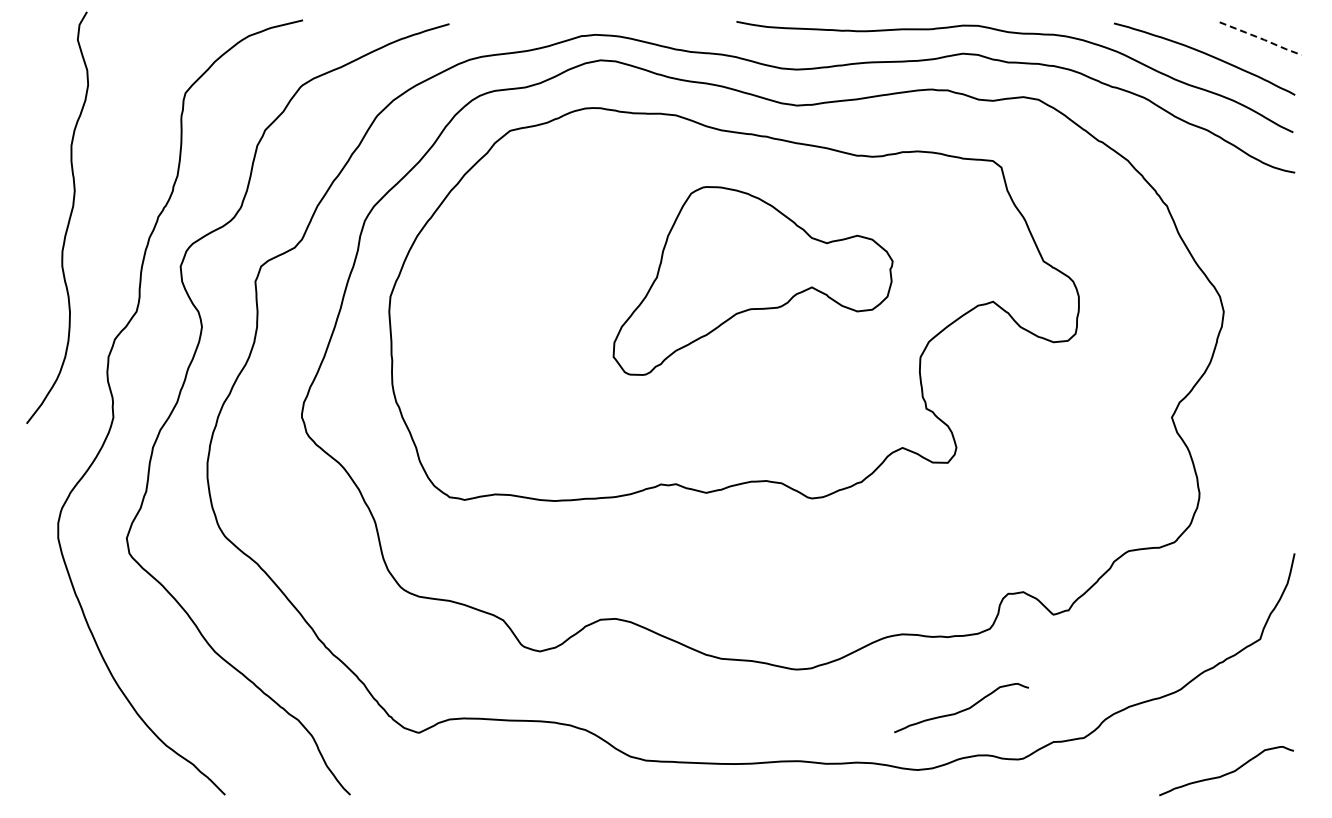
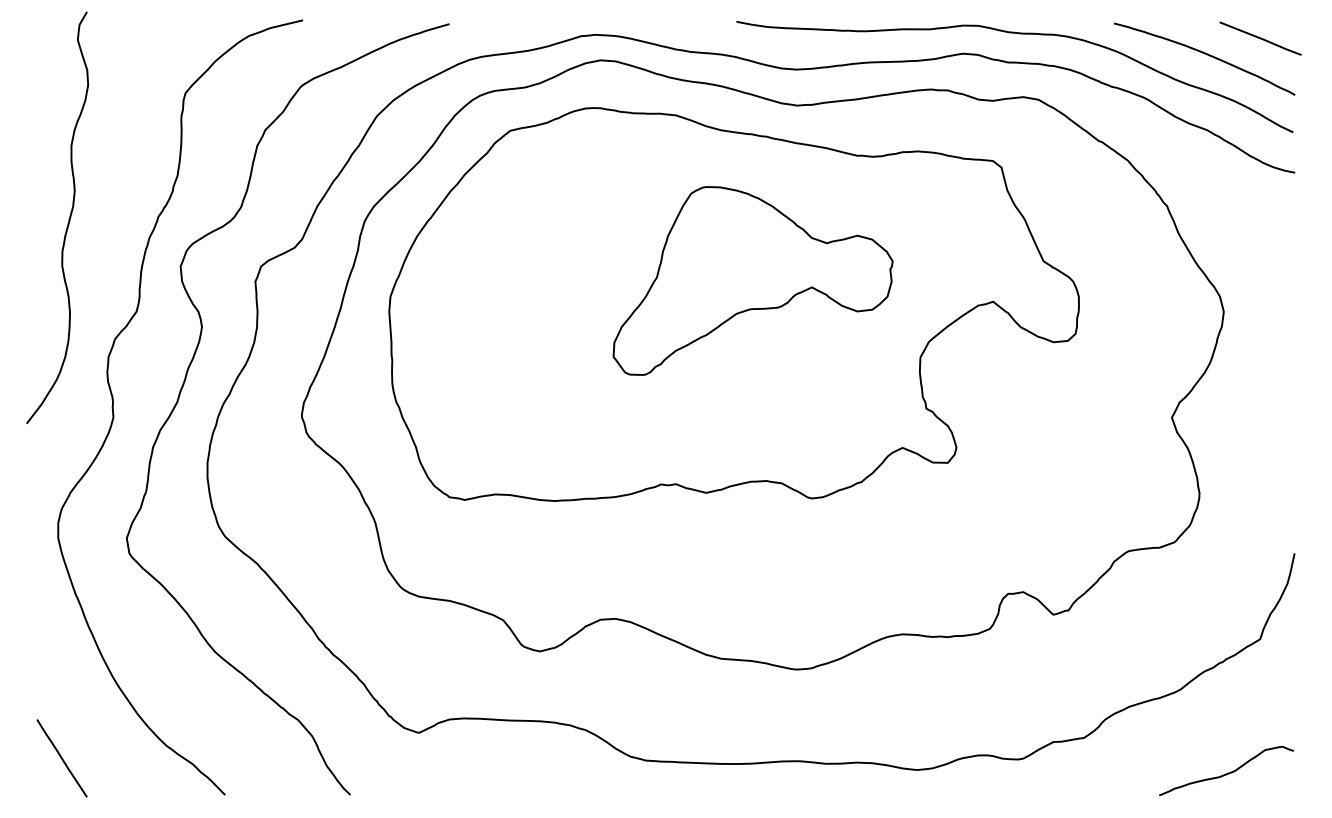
line at (1261, 38): dashed -> solid
curve at (961, 710): present -> none
line at (61, 758): none -> present
